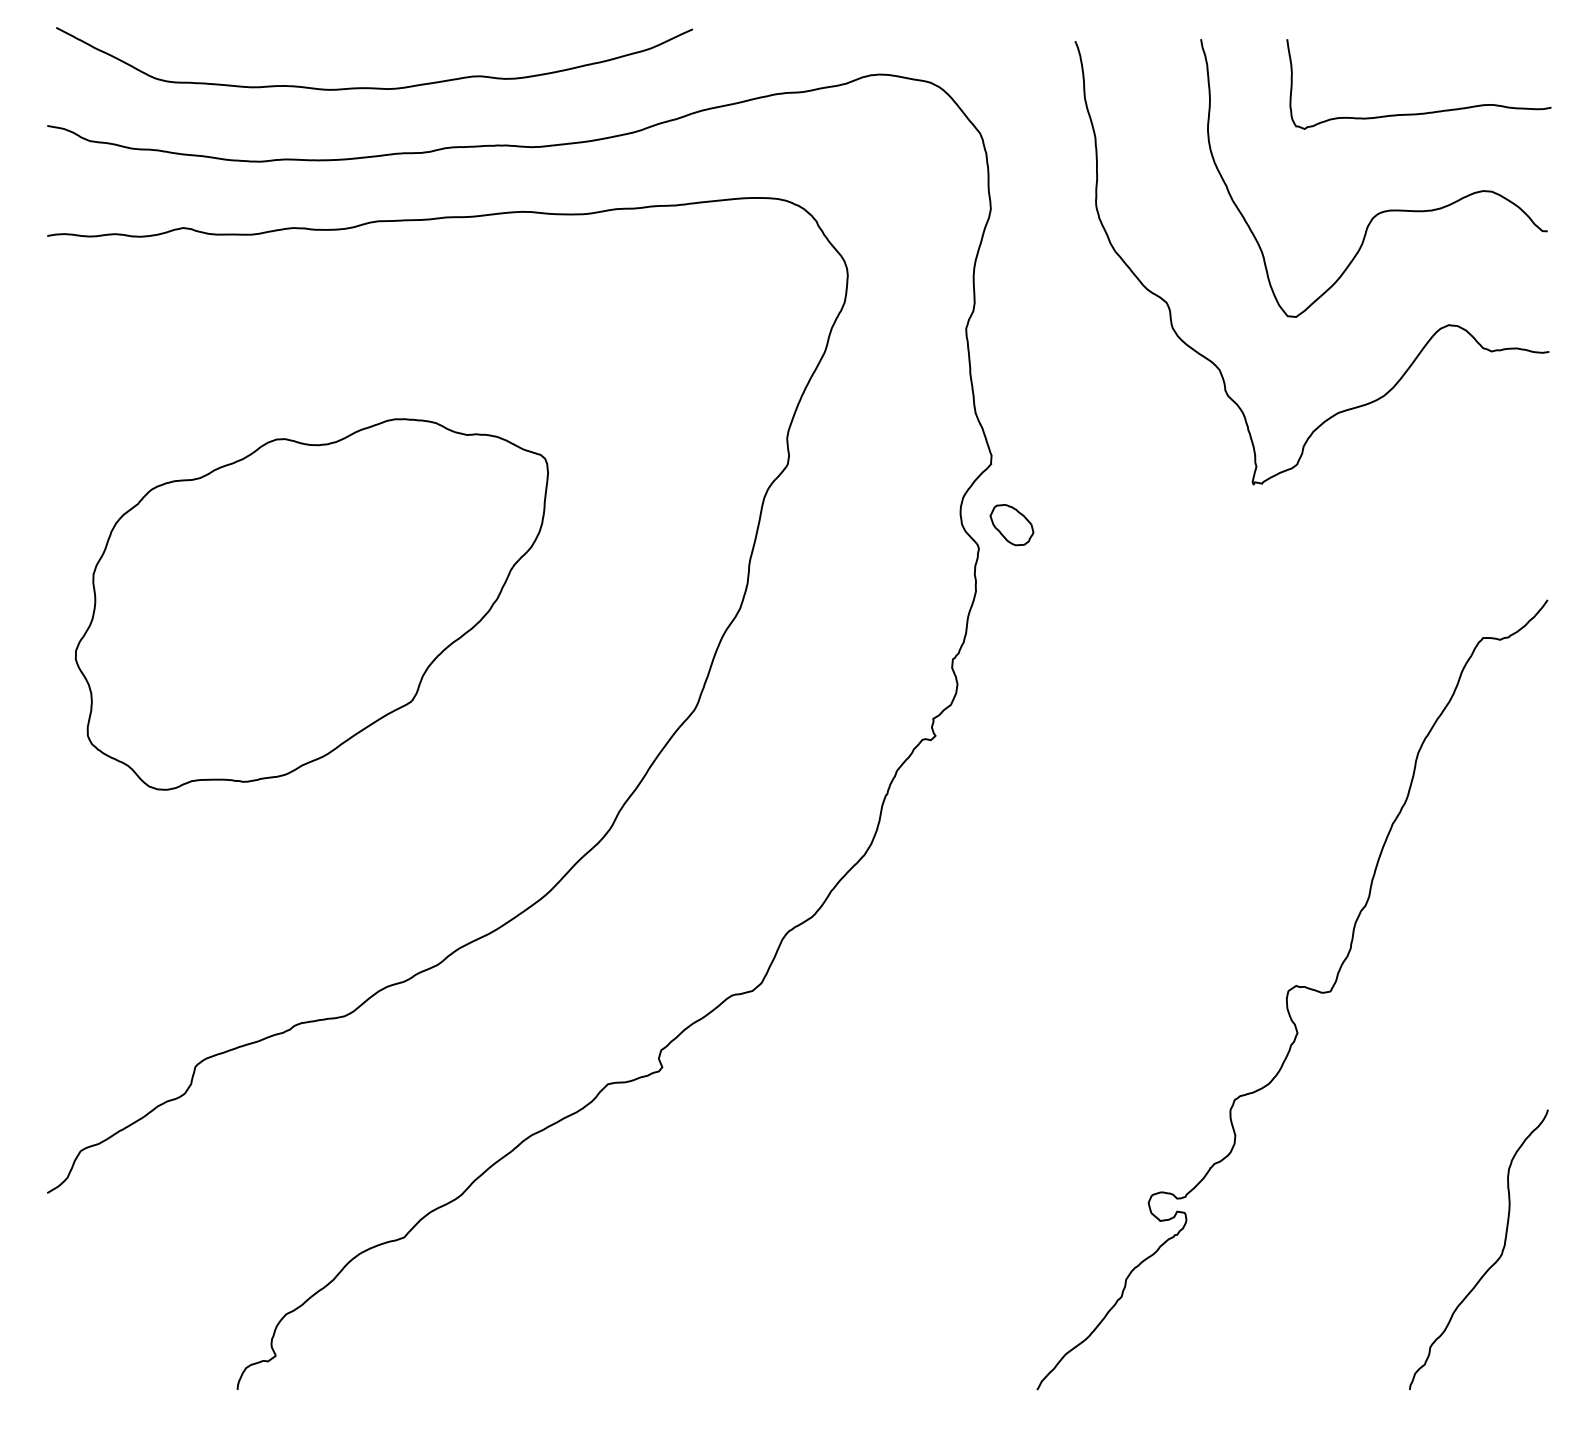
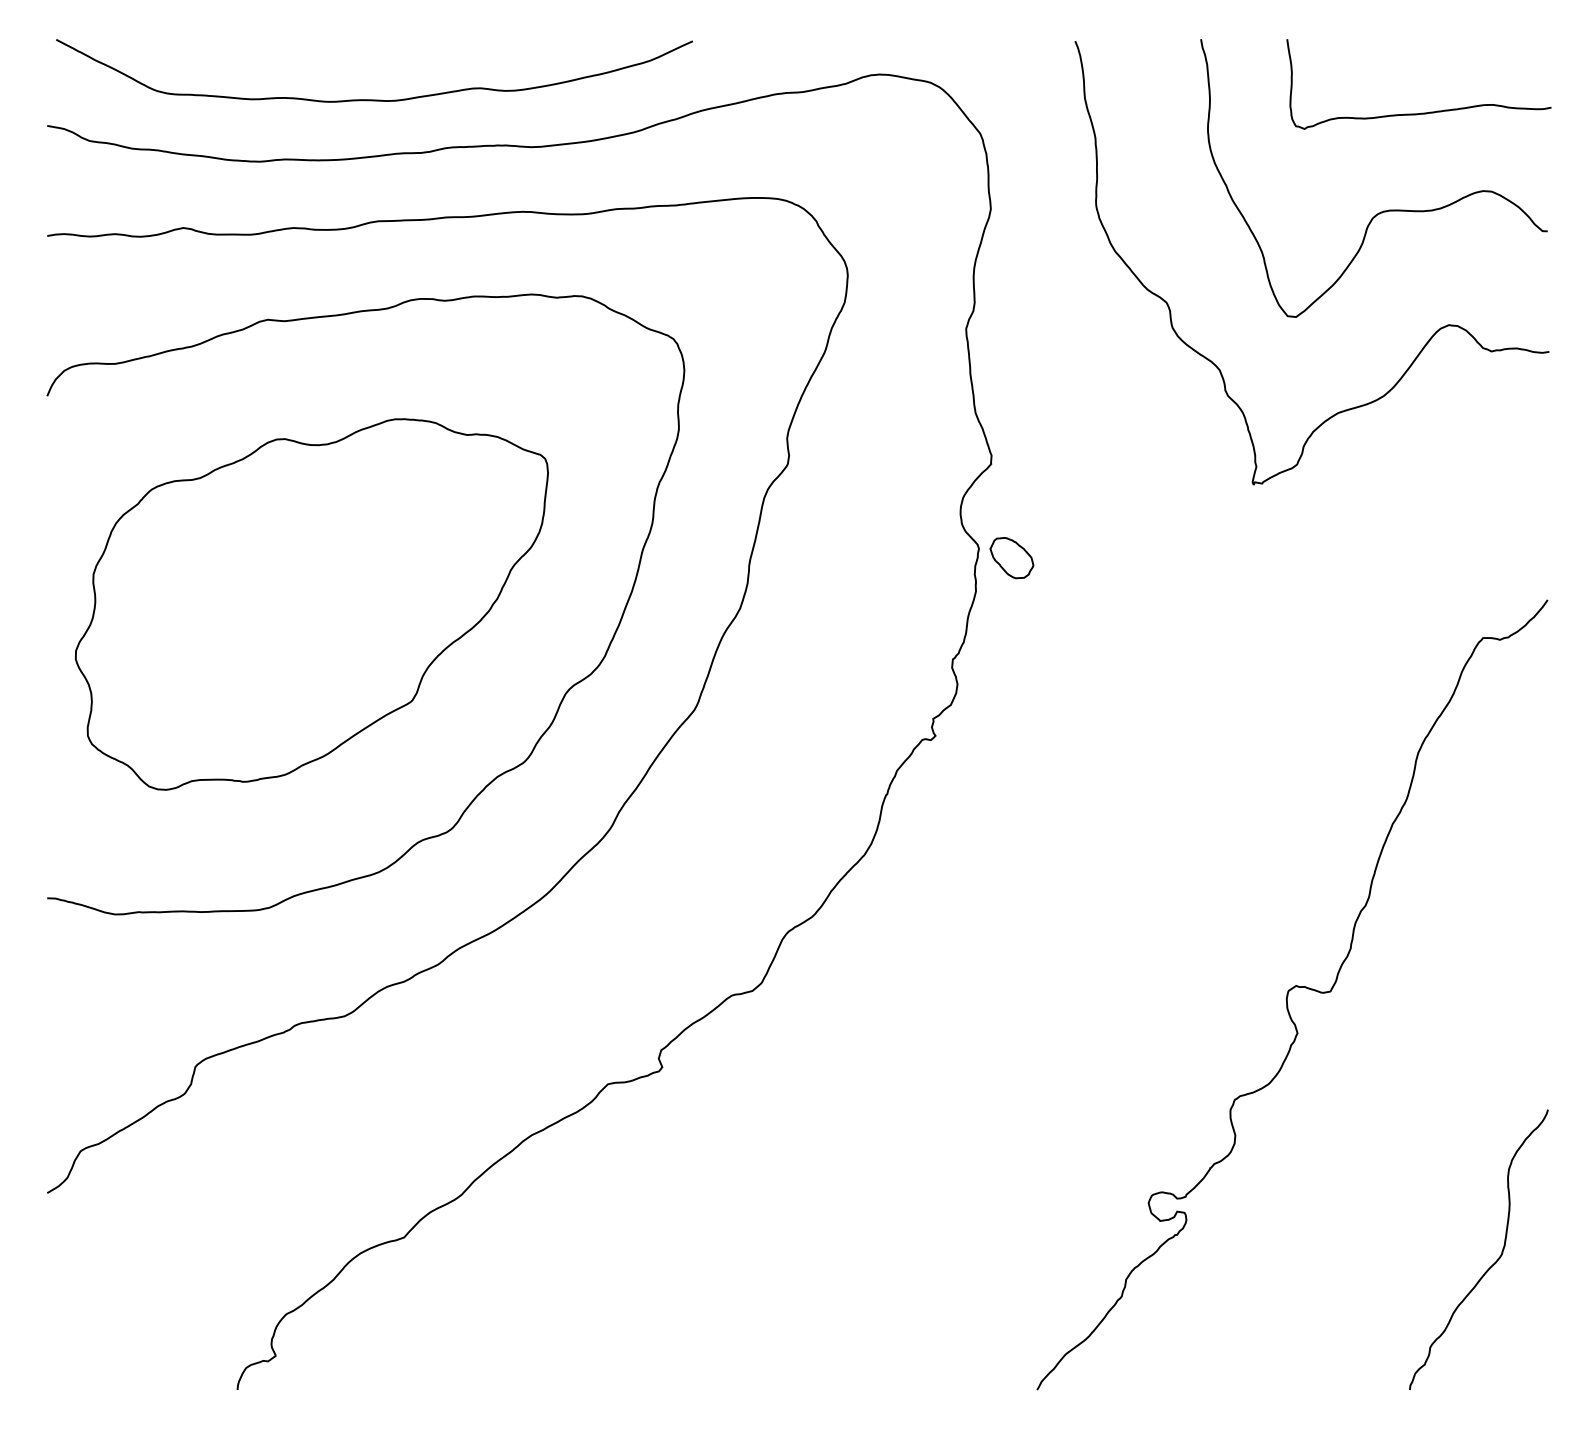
curve at (374, 87) position: (374, 87) -> (374, 99)
part at (1011, 525) position: (1011, 525) -> (1011, 558)
curve at (497, 775): none -> present
